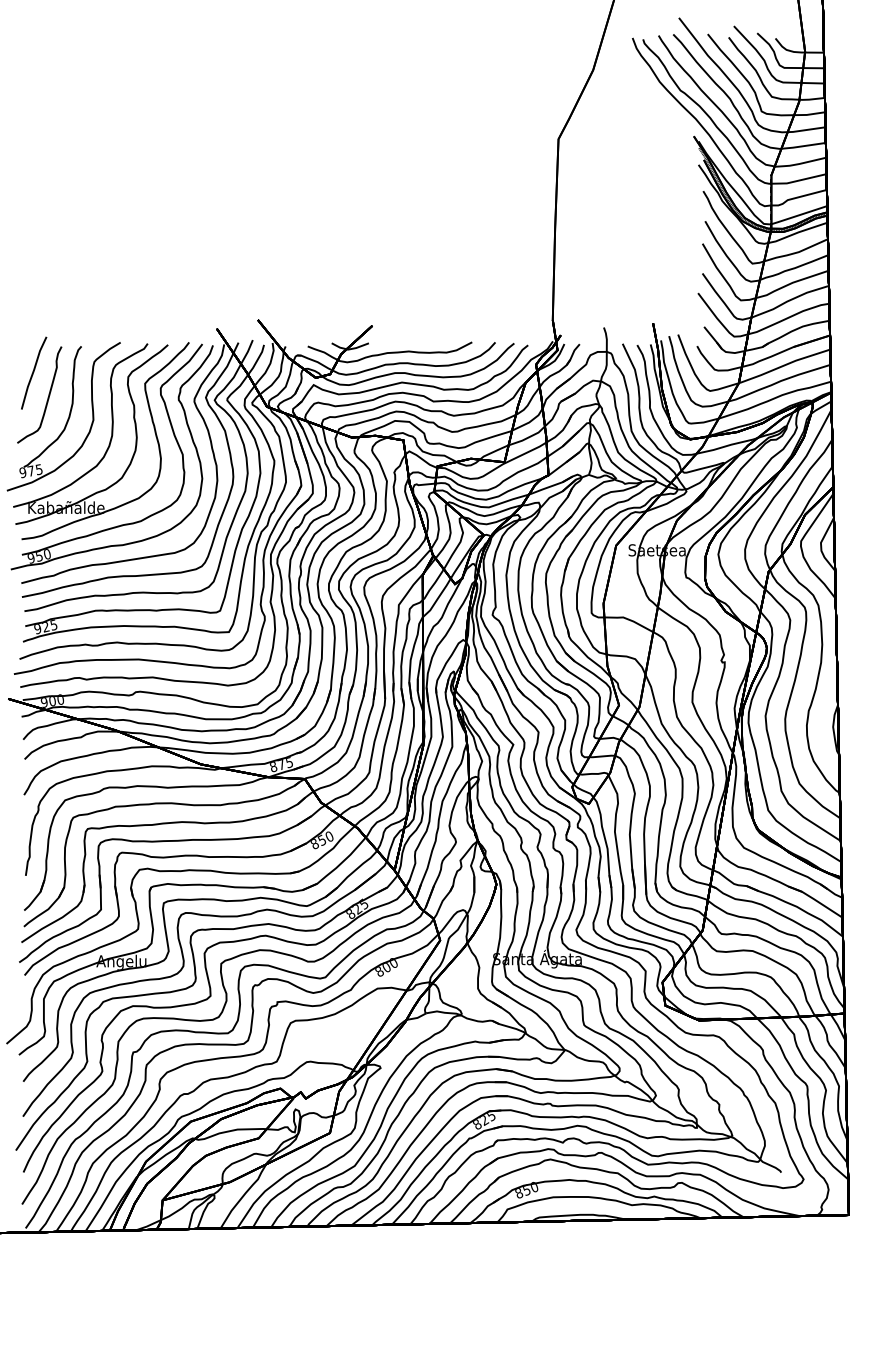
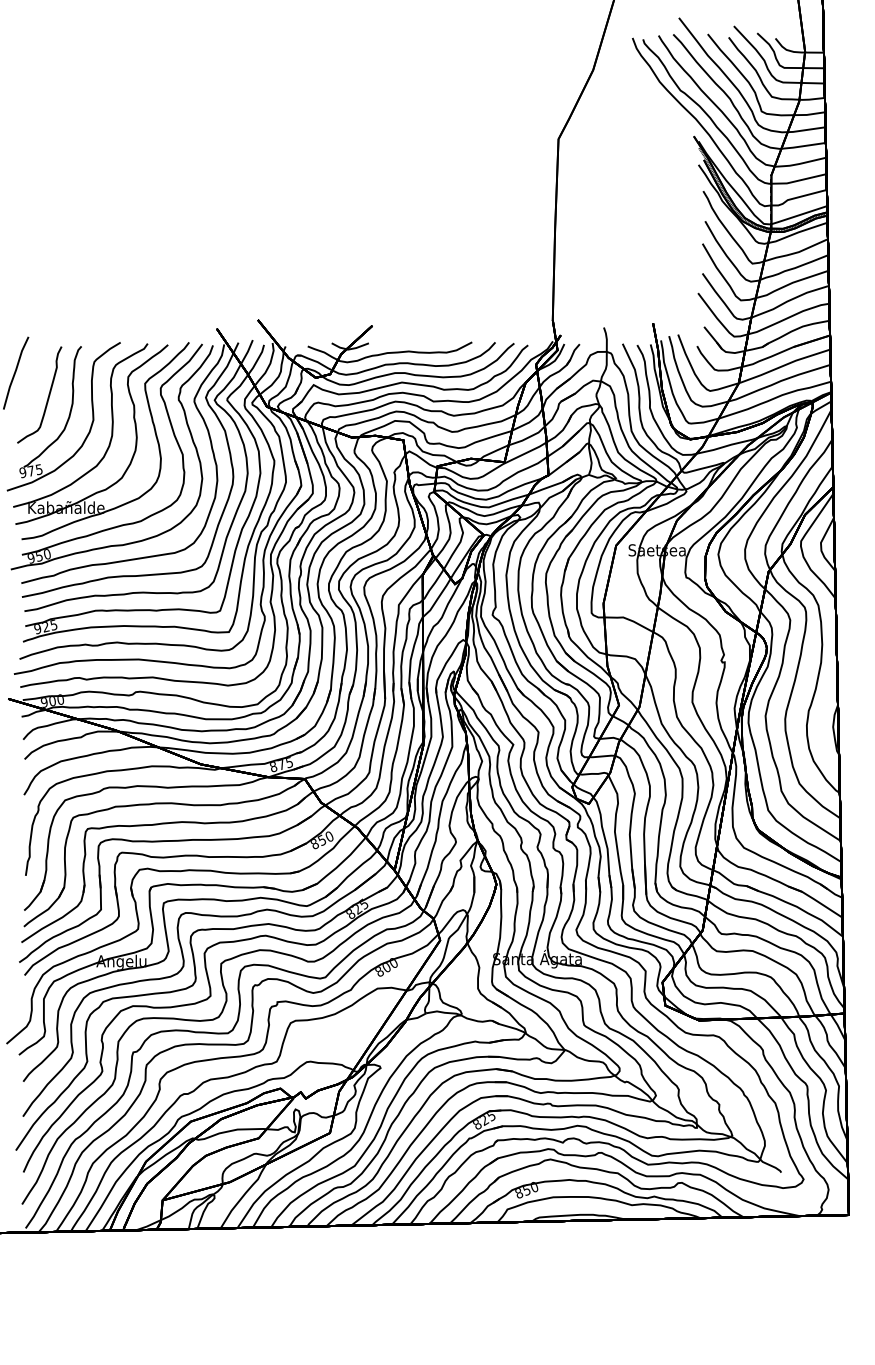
line at (34, 372) position: (34, 372) -> (16, 372)
